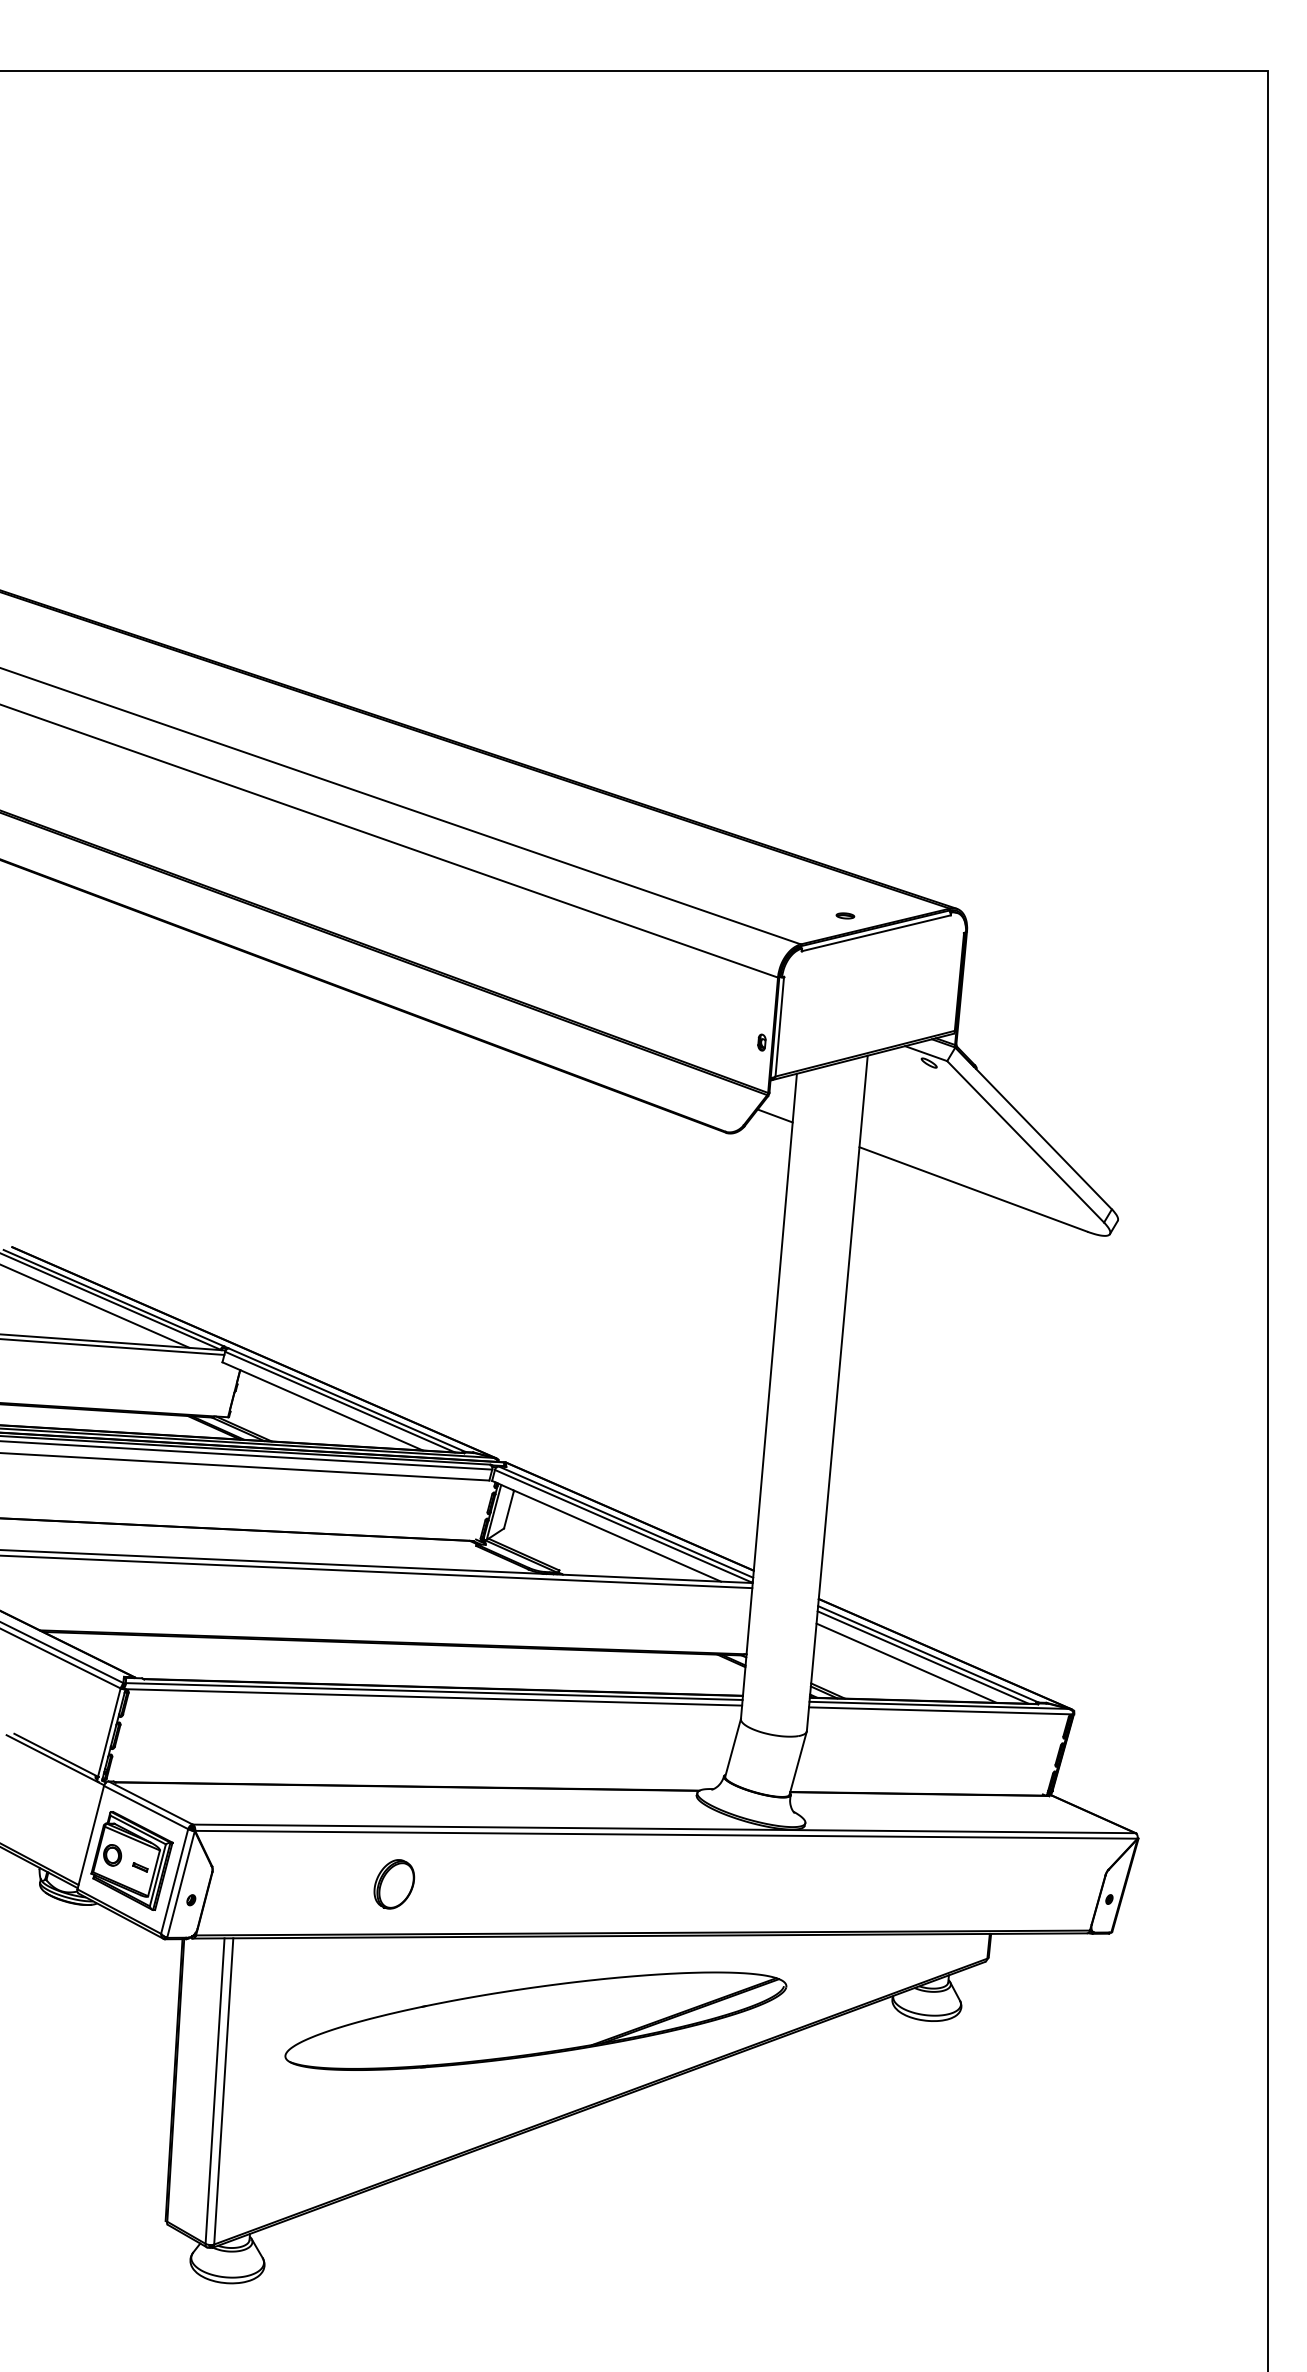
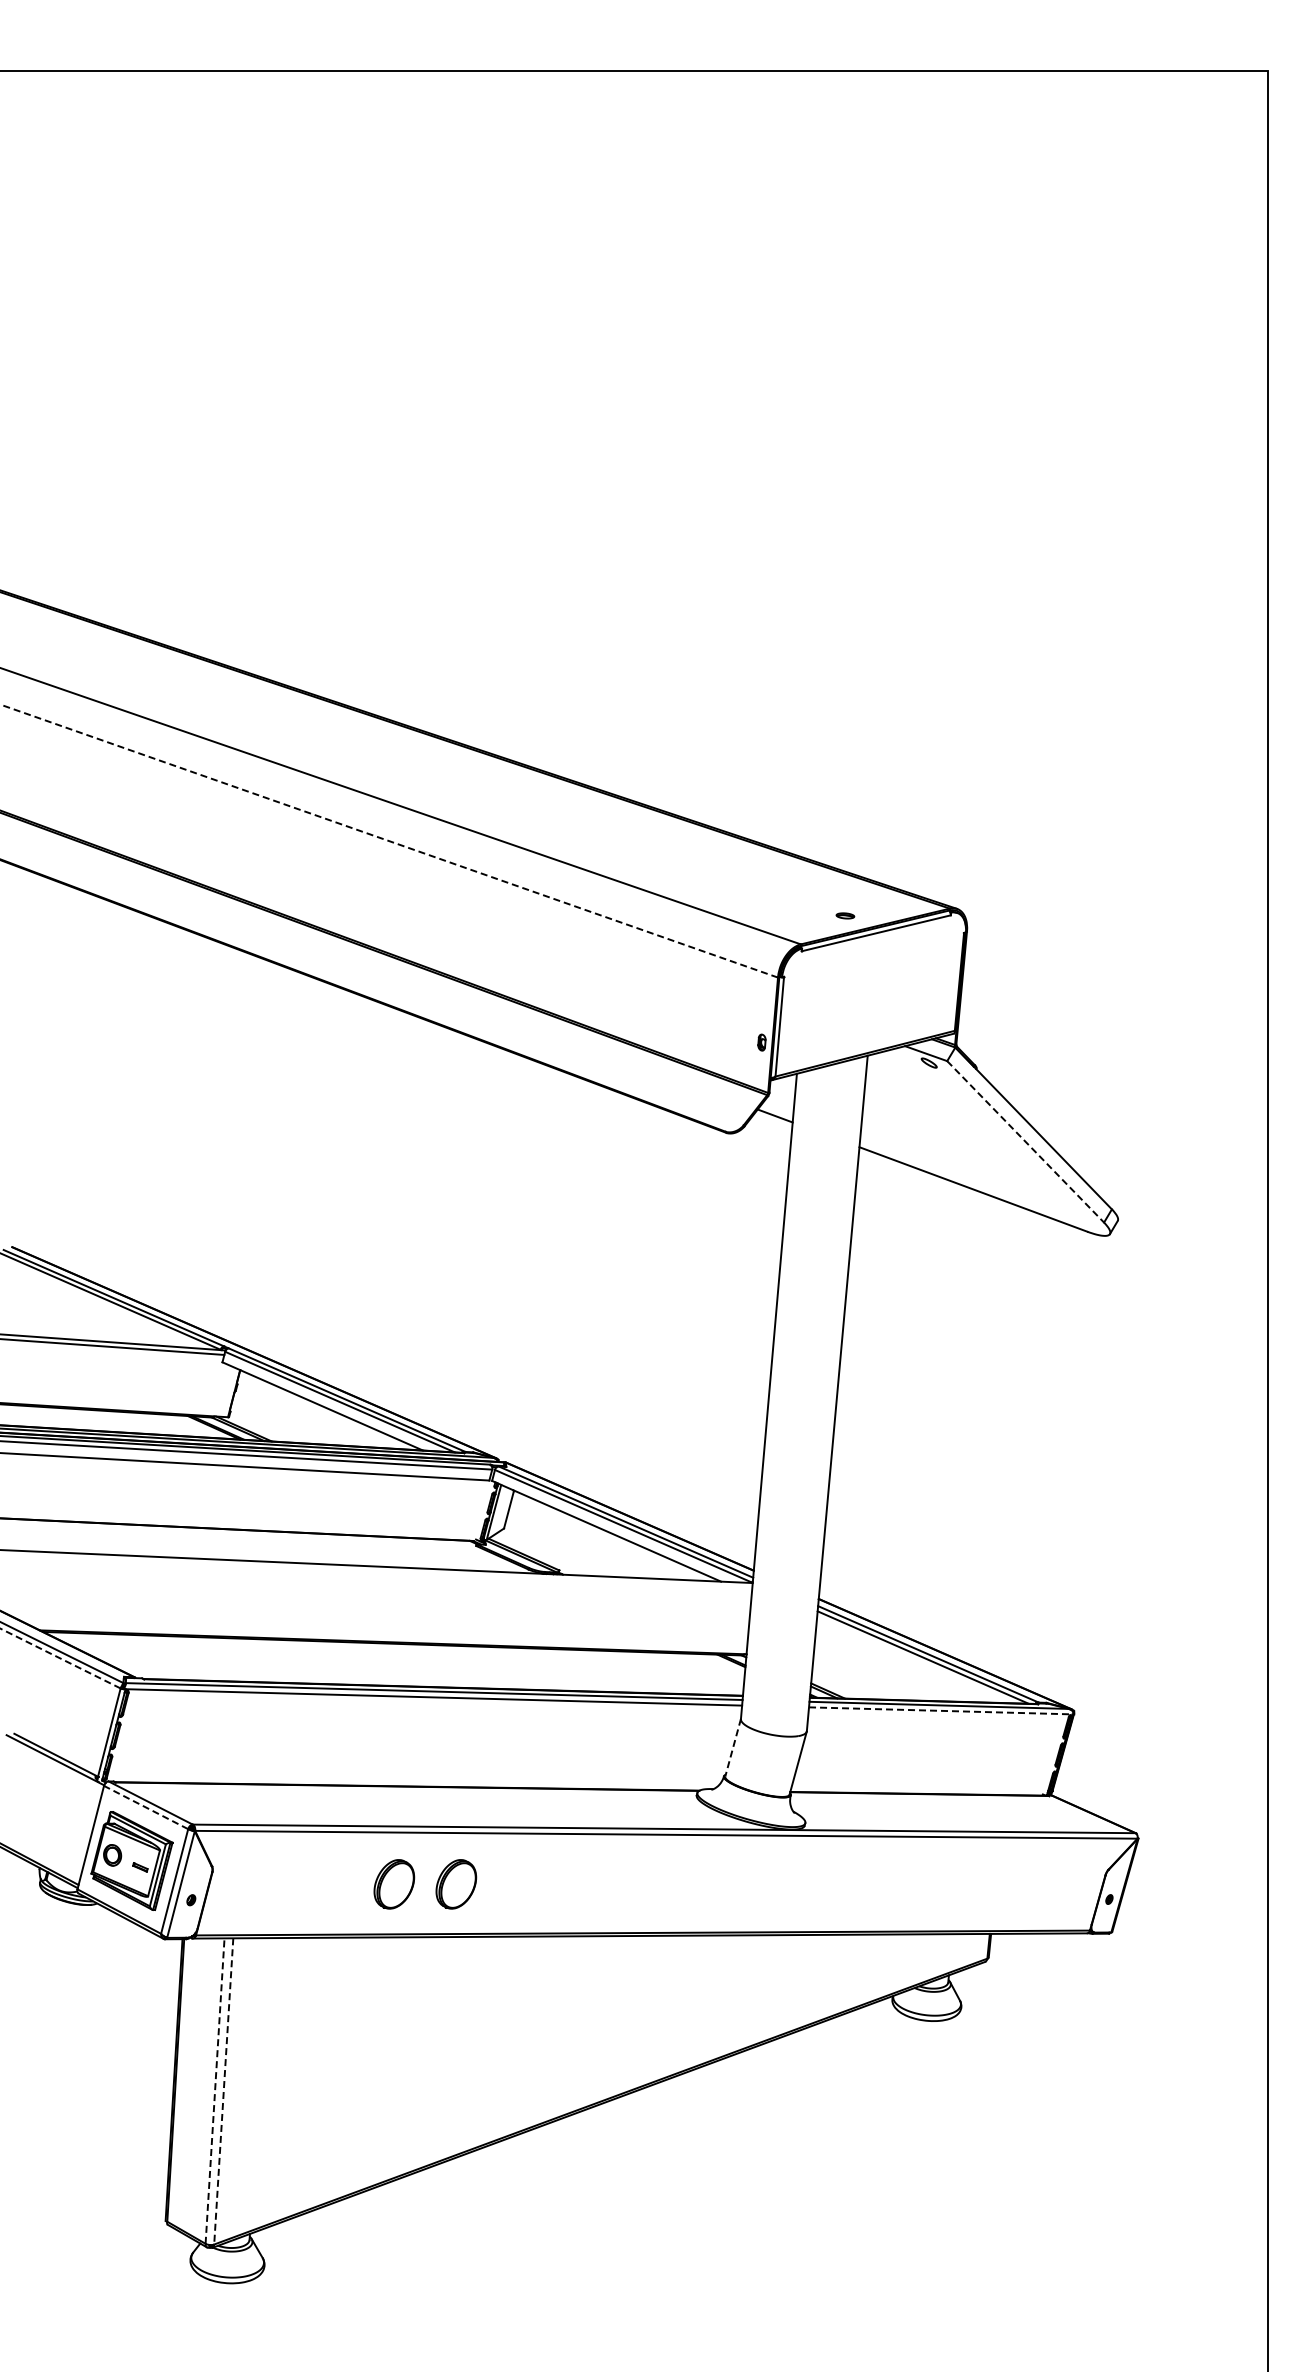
line at (389, 841): solid -> dashed
line at (1025, 1141): solid -> dashed
line at (95, 1306): present -> none
line at (377, 1571): present -> none
line at (60, 1658): solid -> dashed
line at (906, 1662): present -> none
line at (940, 1710): solid -> dashed
line at (733, 1747): solid -> dashed
line at (145, 1807): solid -> dashed
part at (456, 1884): none -> present
part at (535, 2020): present -> none
line at (215, 2090): solid -> dashed
line at (223, 2091): solid -> dashed
